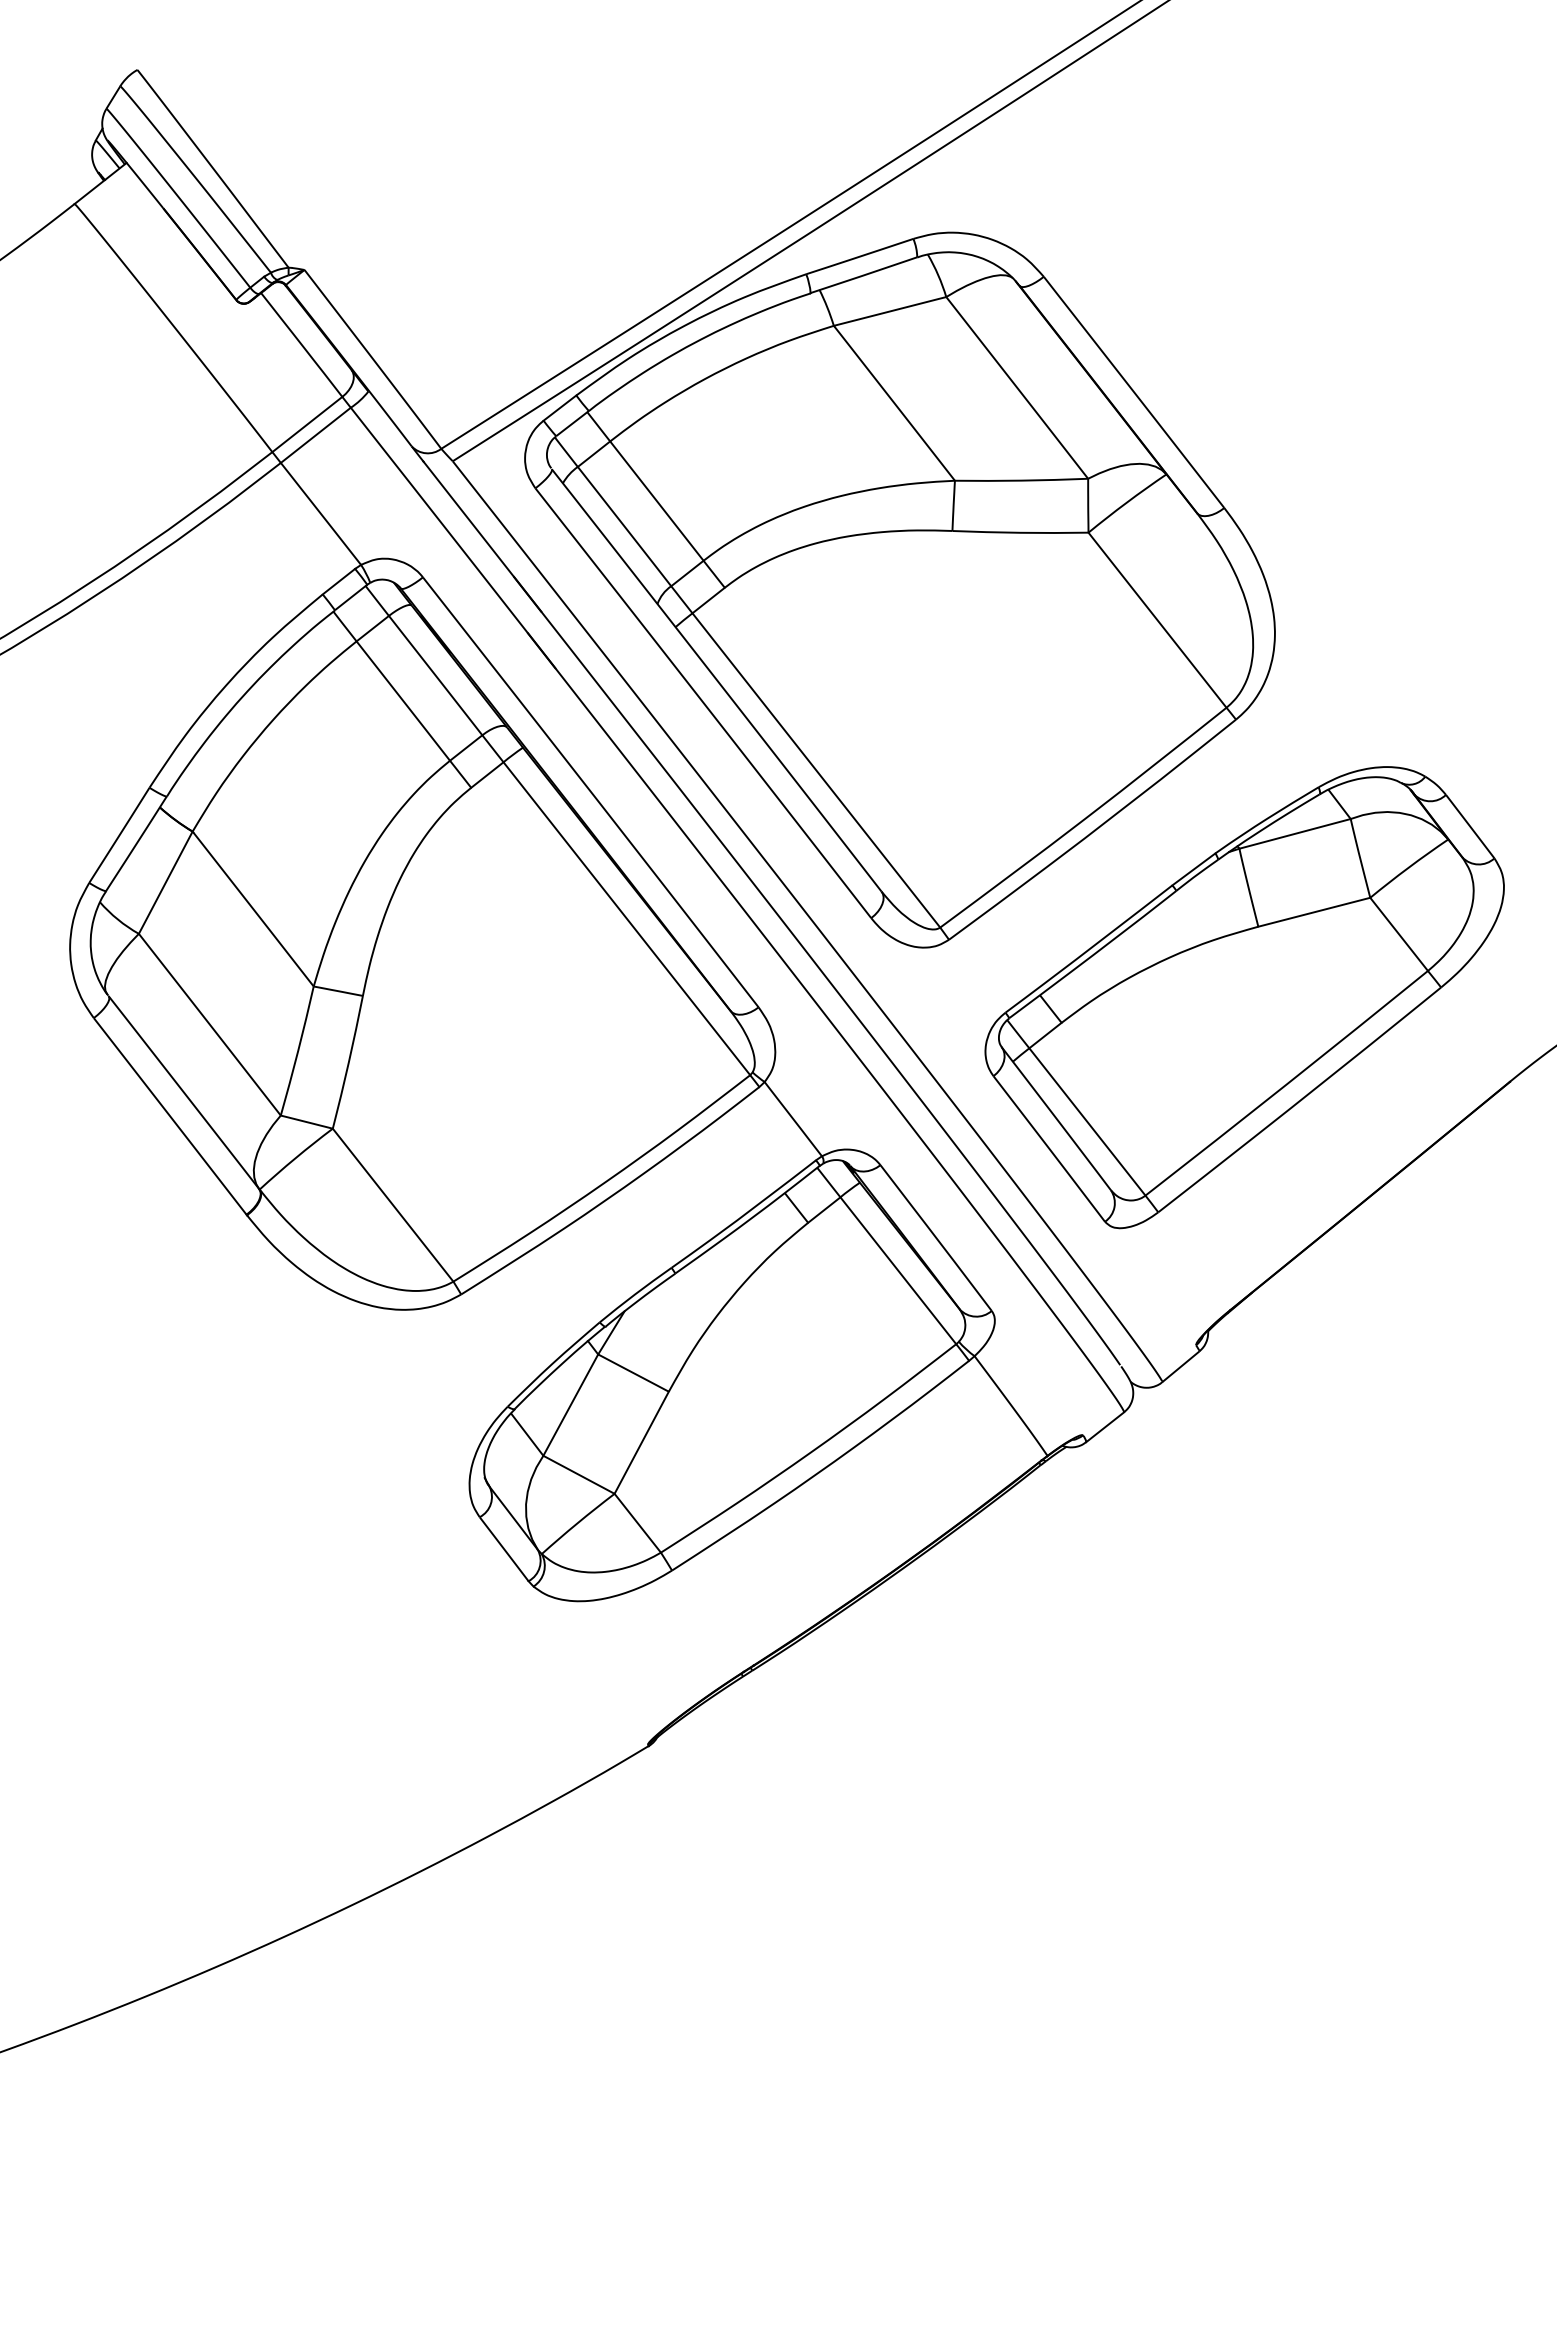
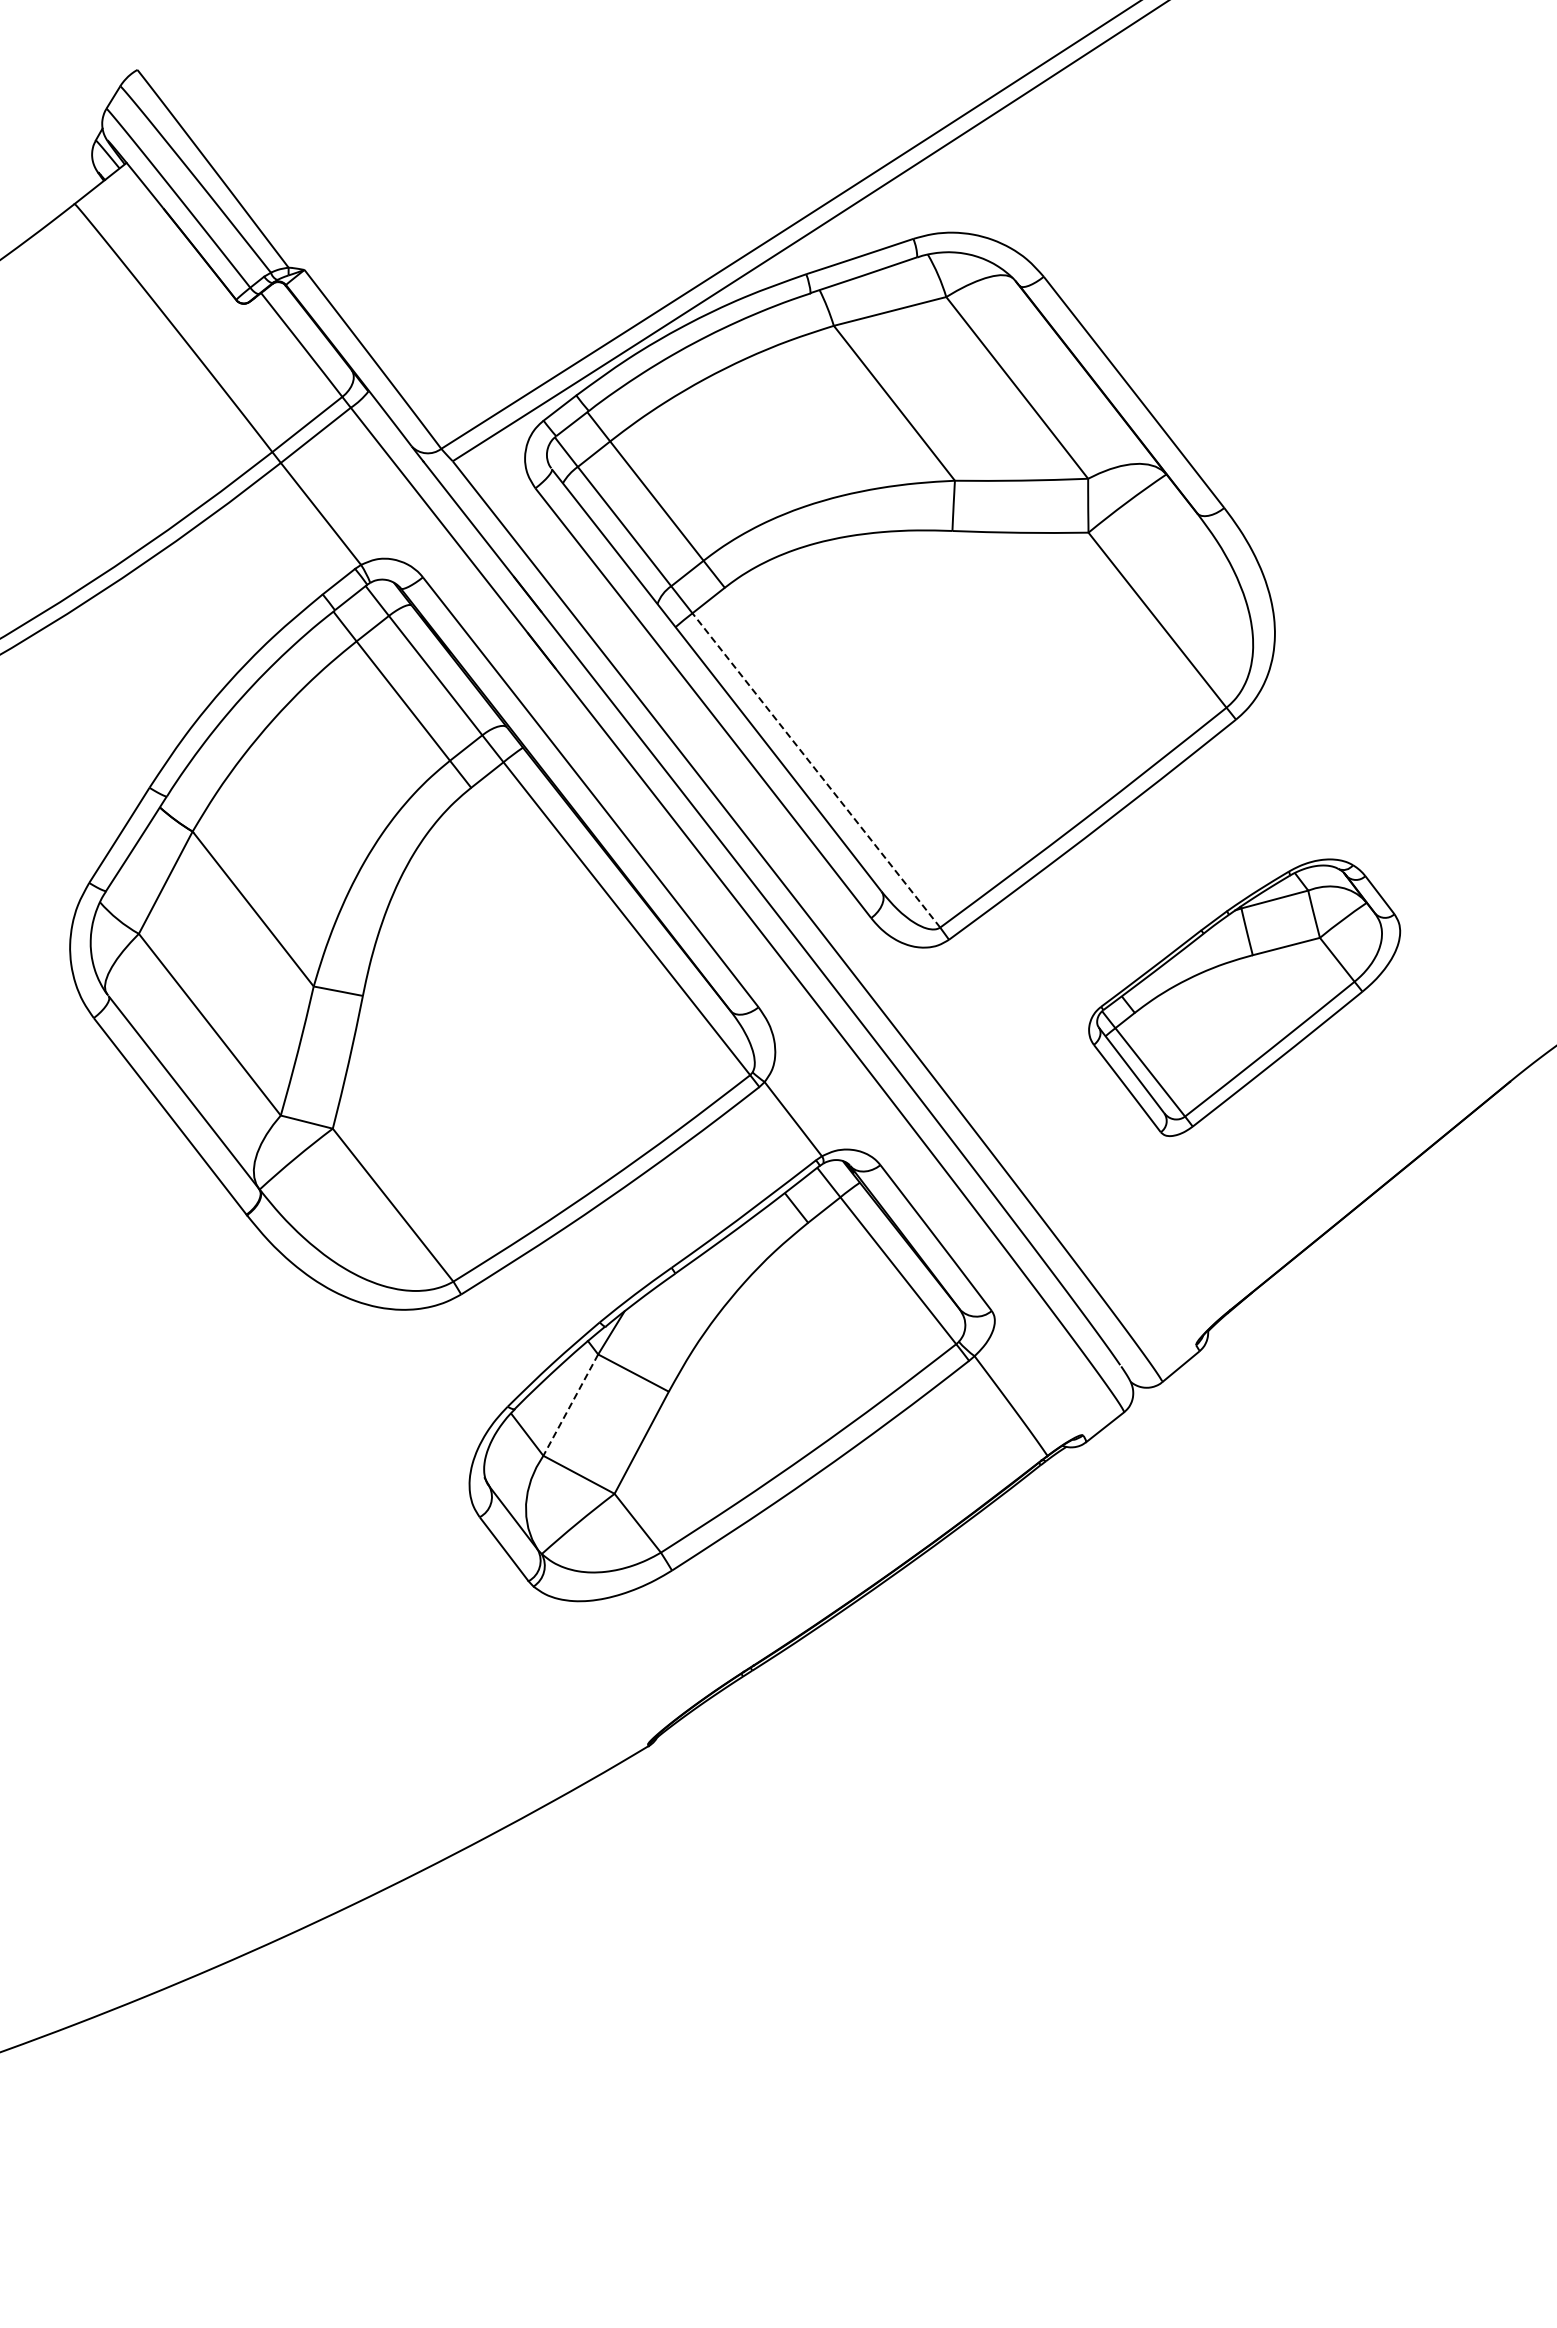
line at (816, 770): solid -> dashed
part at (1244, 997) size: 521x464 px -> 314x279 px
line at (570, 1405): solid -> dashed
